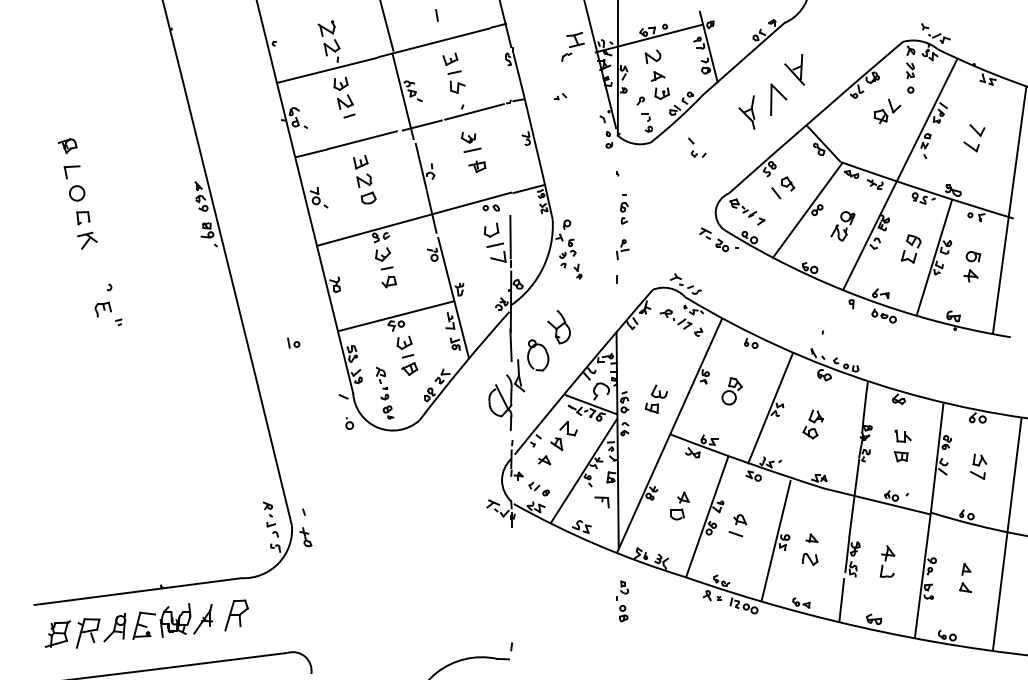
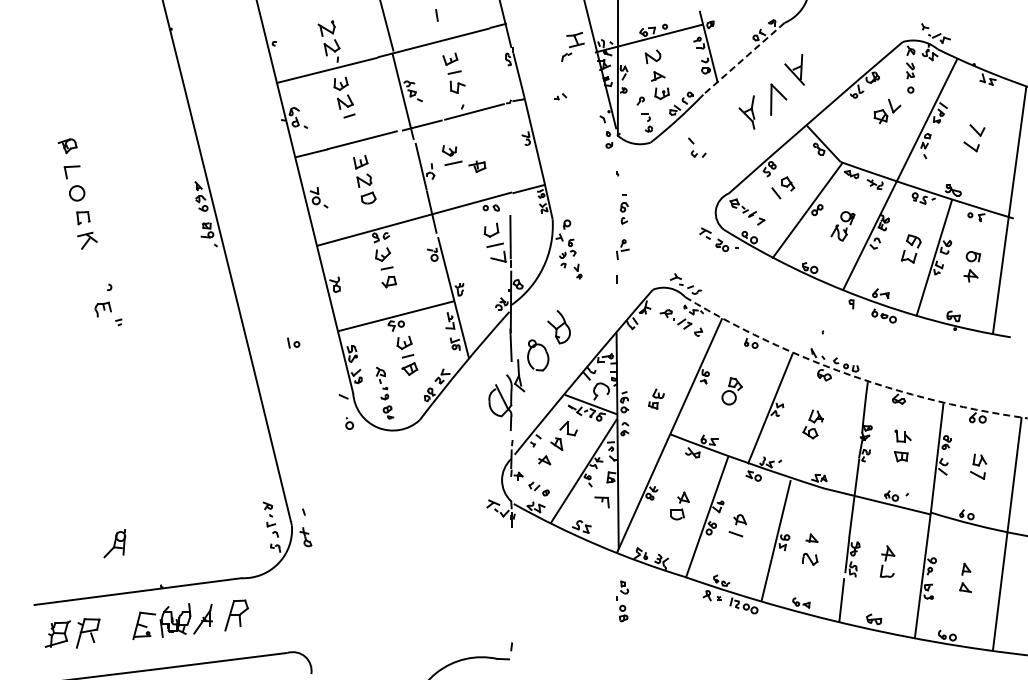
line at (743, 59): solid -> dashed
part at (471, 142) position: (471, 142) -> (452, 155)
arc at (850, 375): solid -> dashed
part at (656, 398) size: 25x30 px -> 17x22 px
part at (114, 627) position: (114, 627) -> (114, 543)
